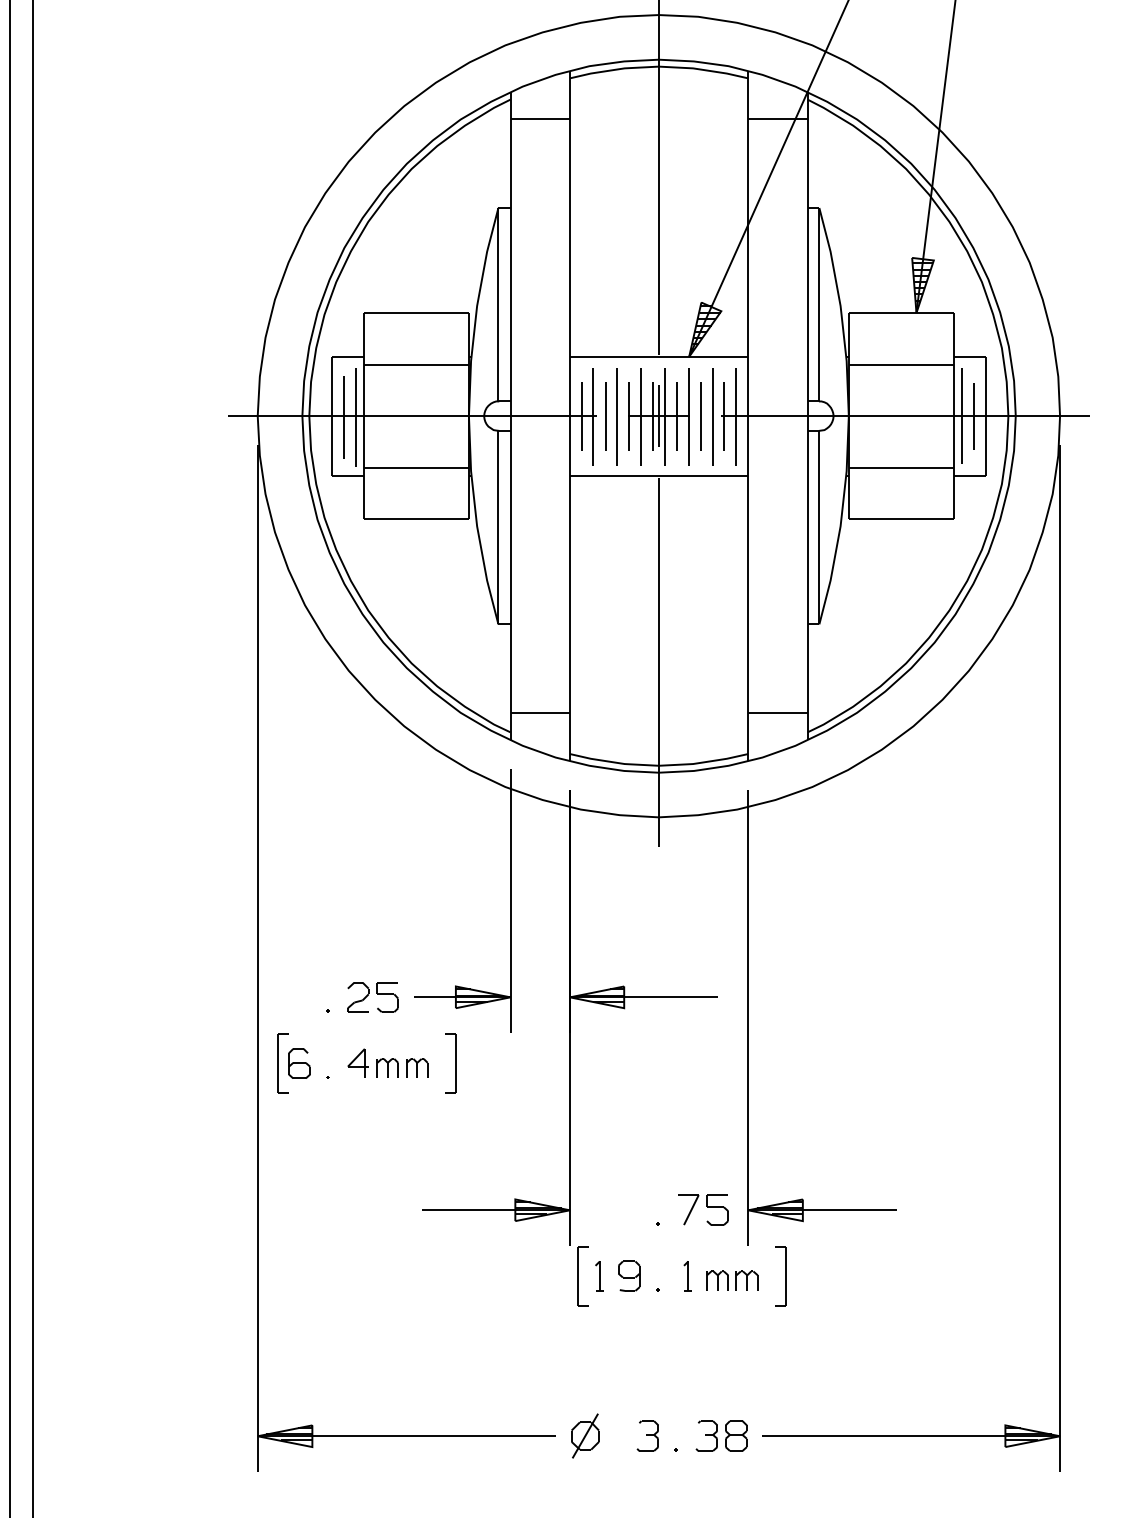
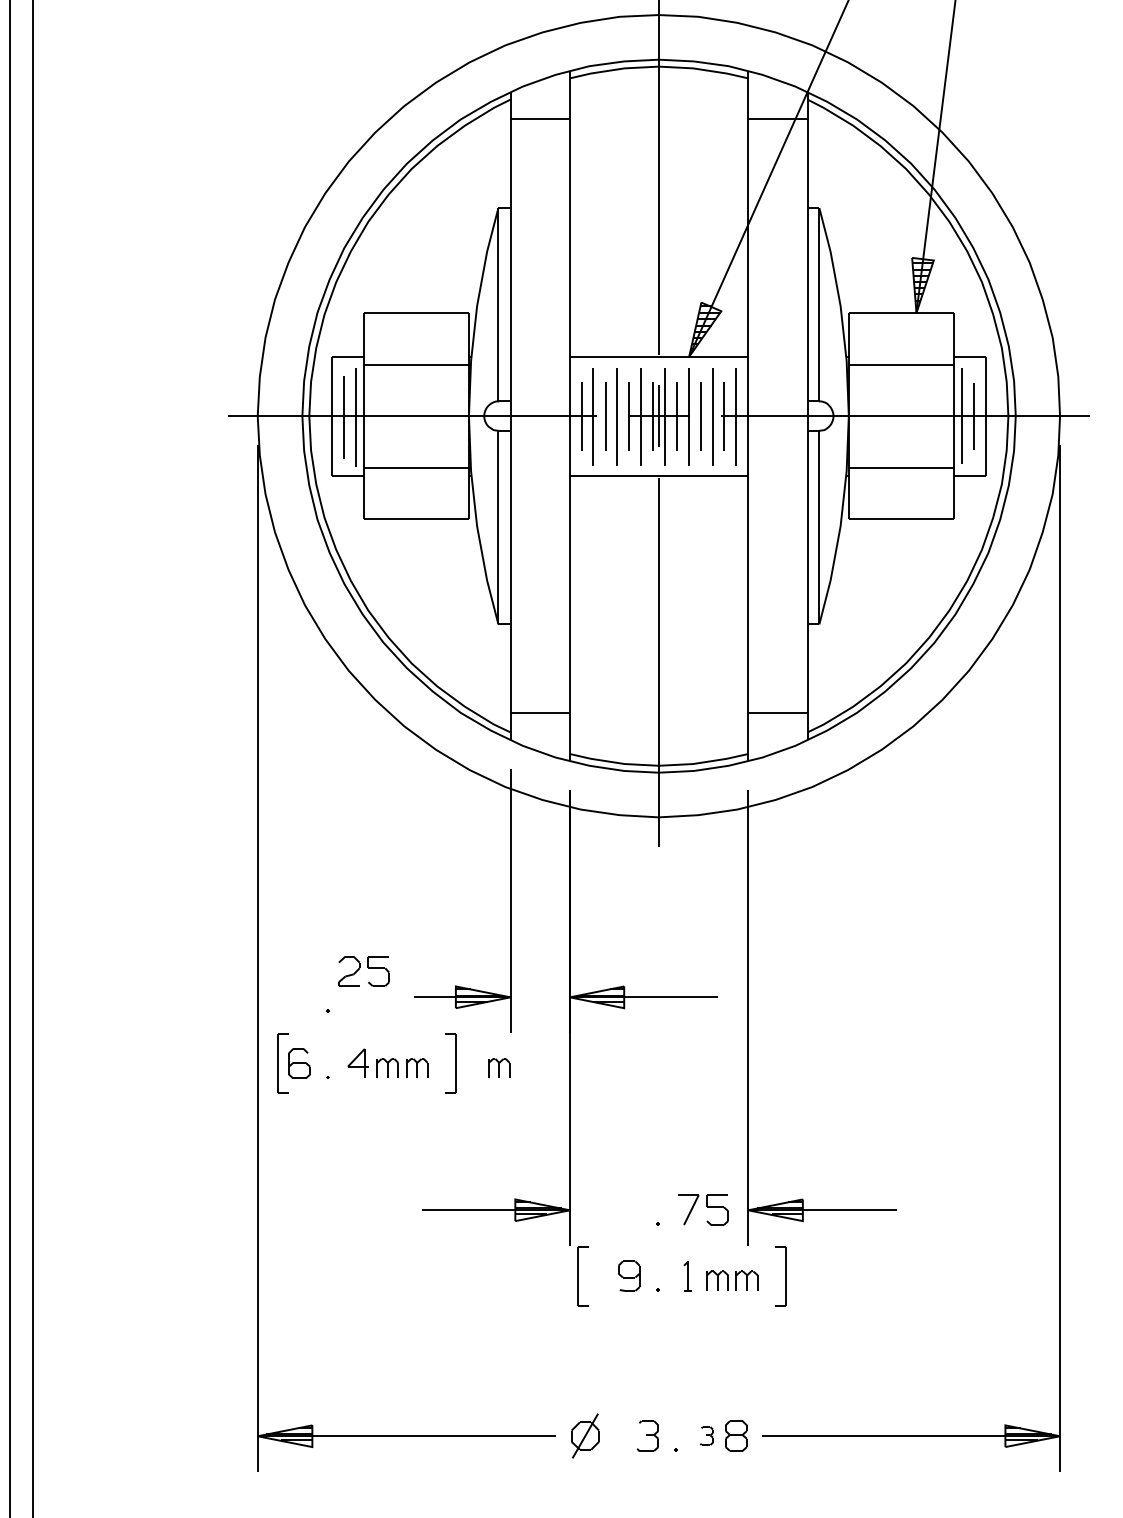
part at (372, 997) position: (372, 997) -> (363, 971)
part at (499, 1067): none -> present
part at (599, 1276): present -> none
part at (706, 1435) size: 23x32 px -> 15x20 px
